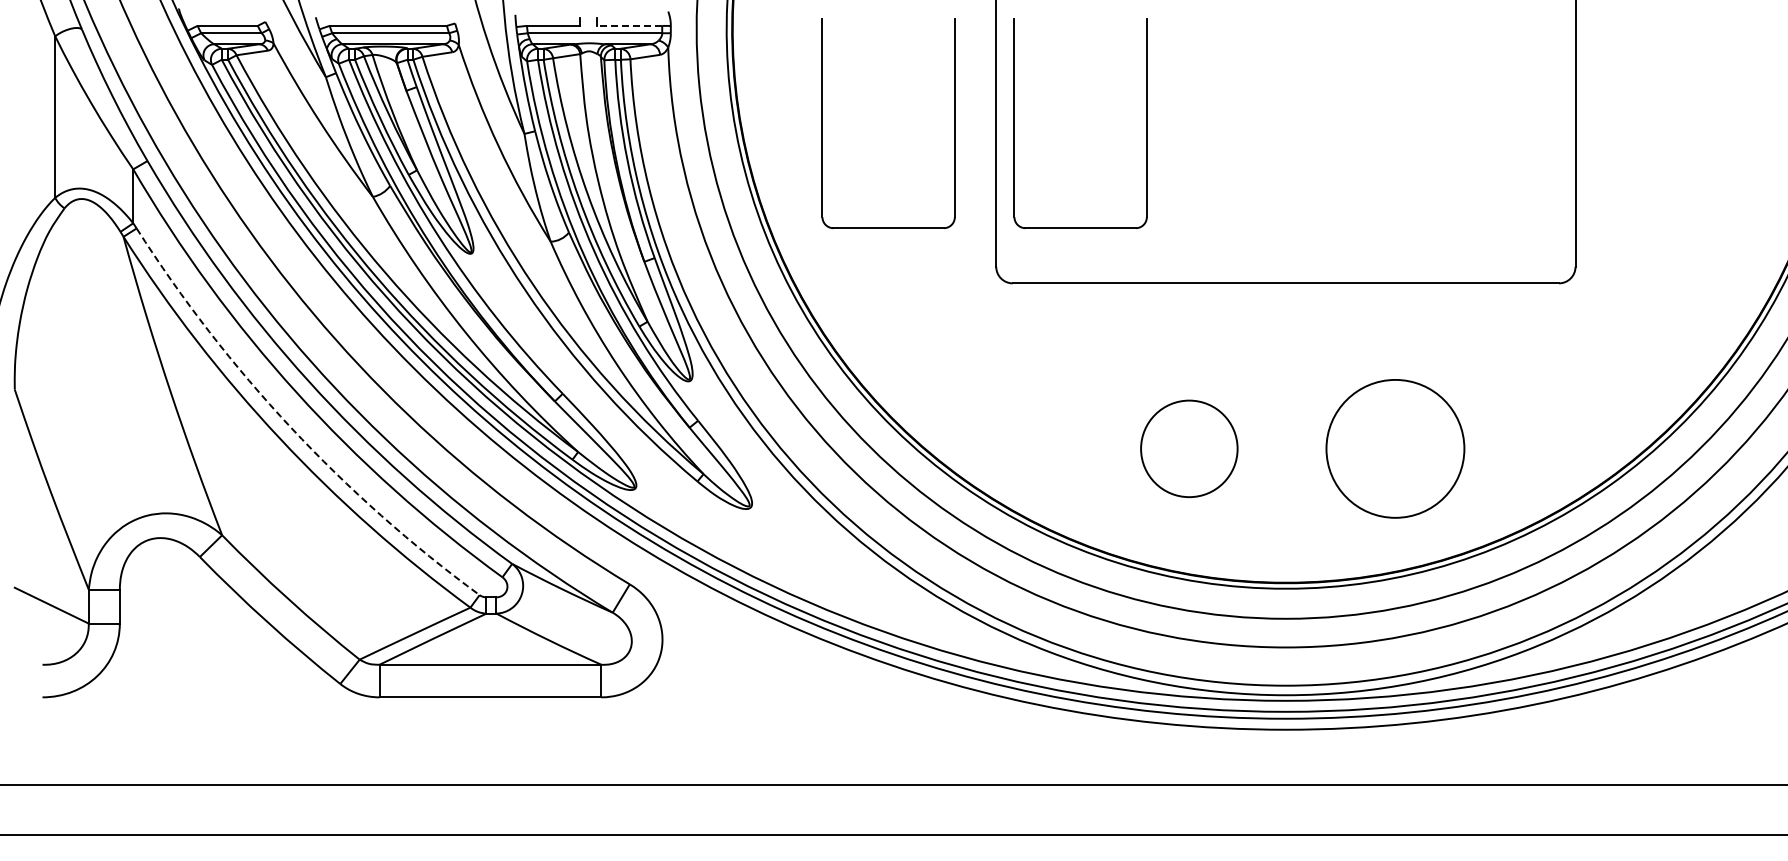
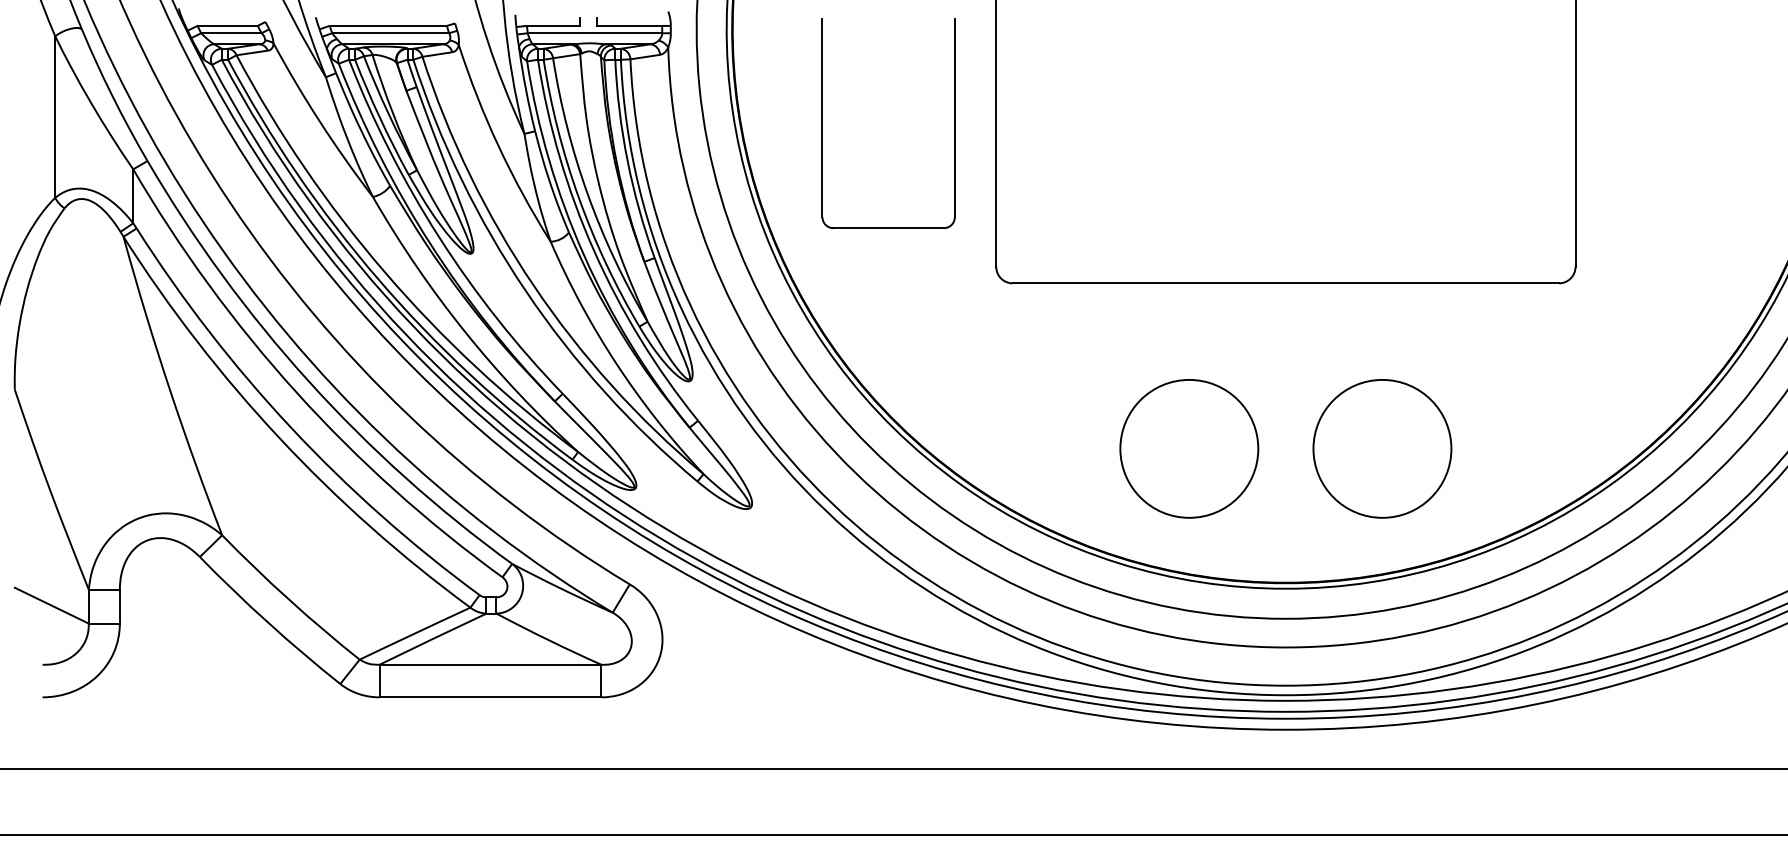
line at (629, 25): dashed -> solid
part at (1014, 123): present -> none
arc at (291, 427): dashed -> solid
circle at (1189, 448) diameter: 97 px -> 138 px
circle at (1395, 448) position: (1395, 448) -> (1382, 448)
line at (893, 784) position: (893, 784) -> (893, 768)
